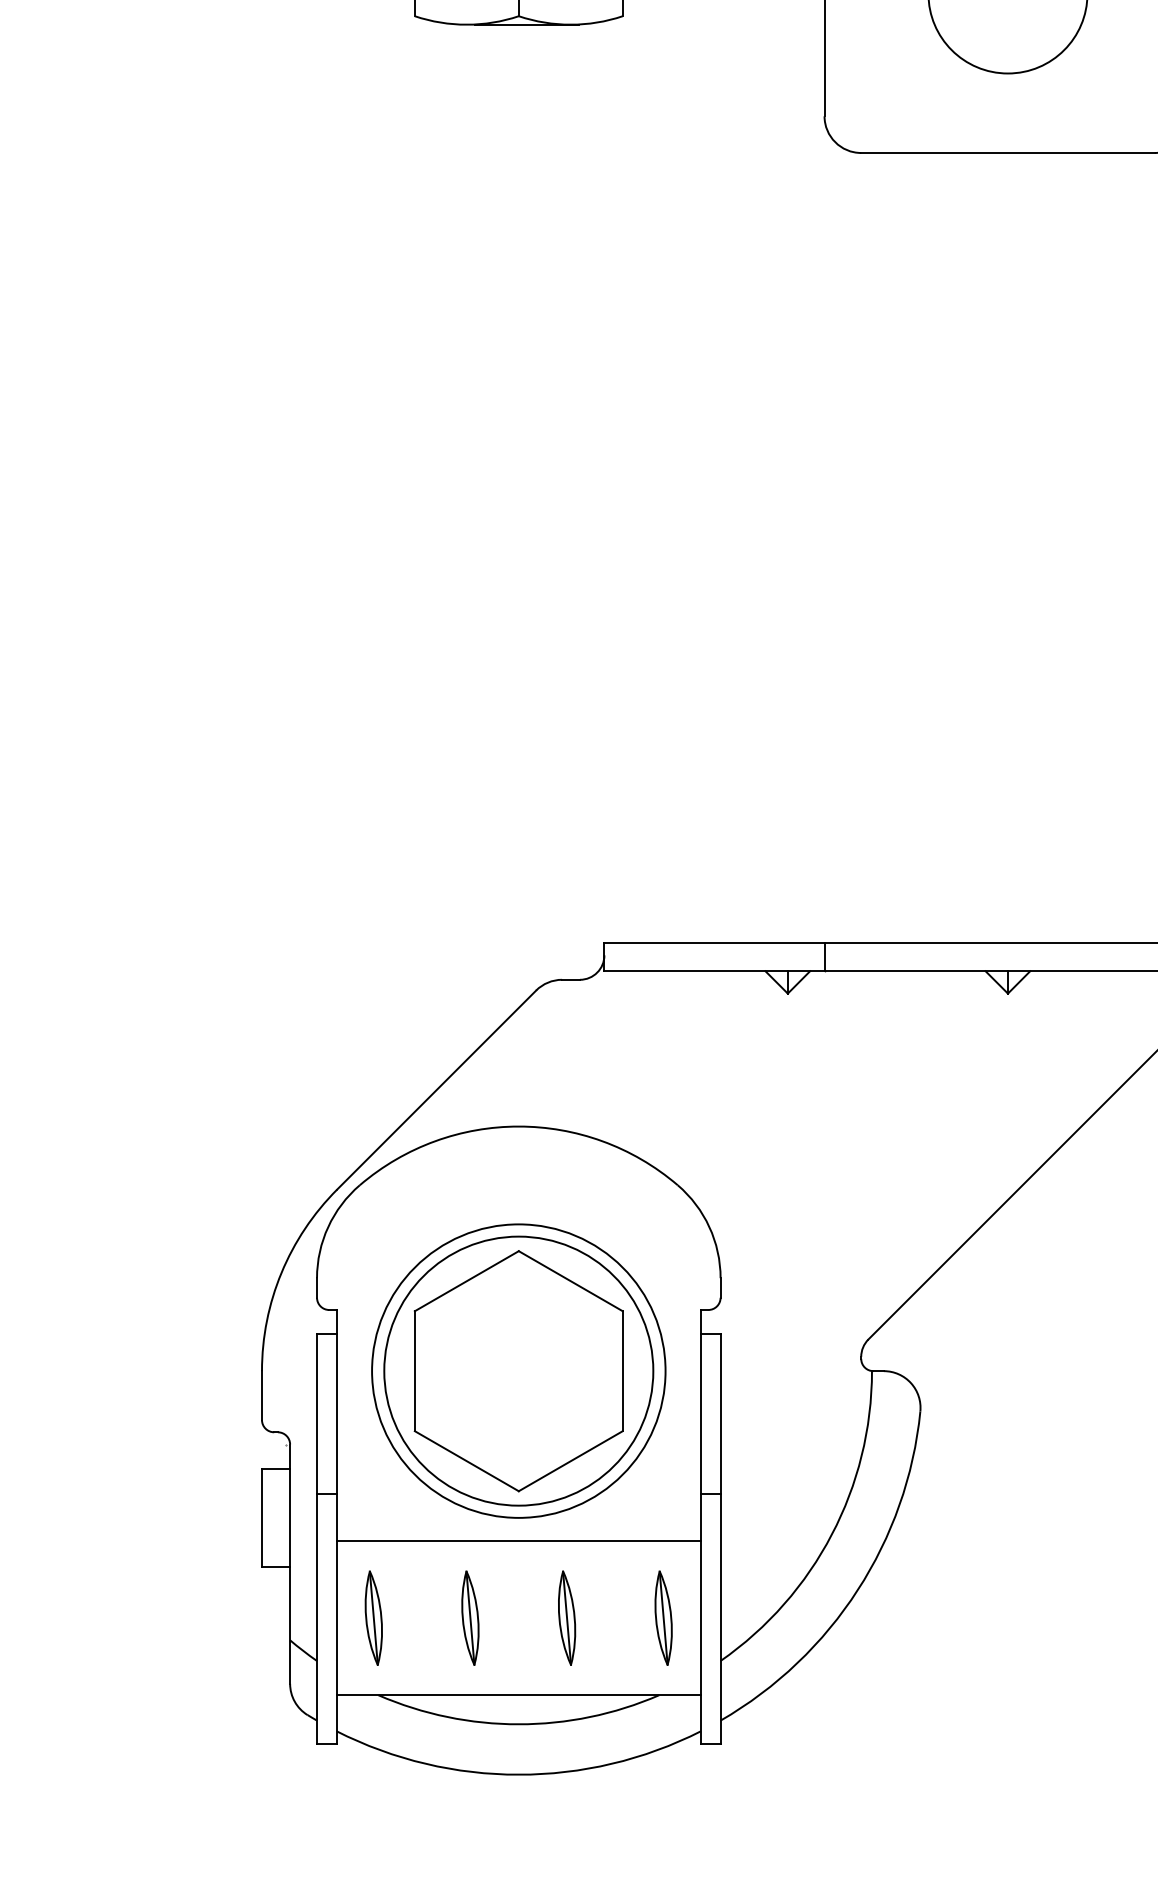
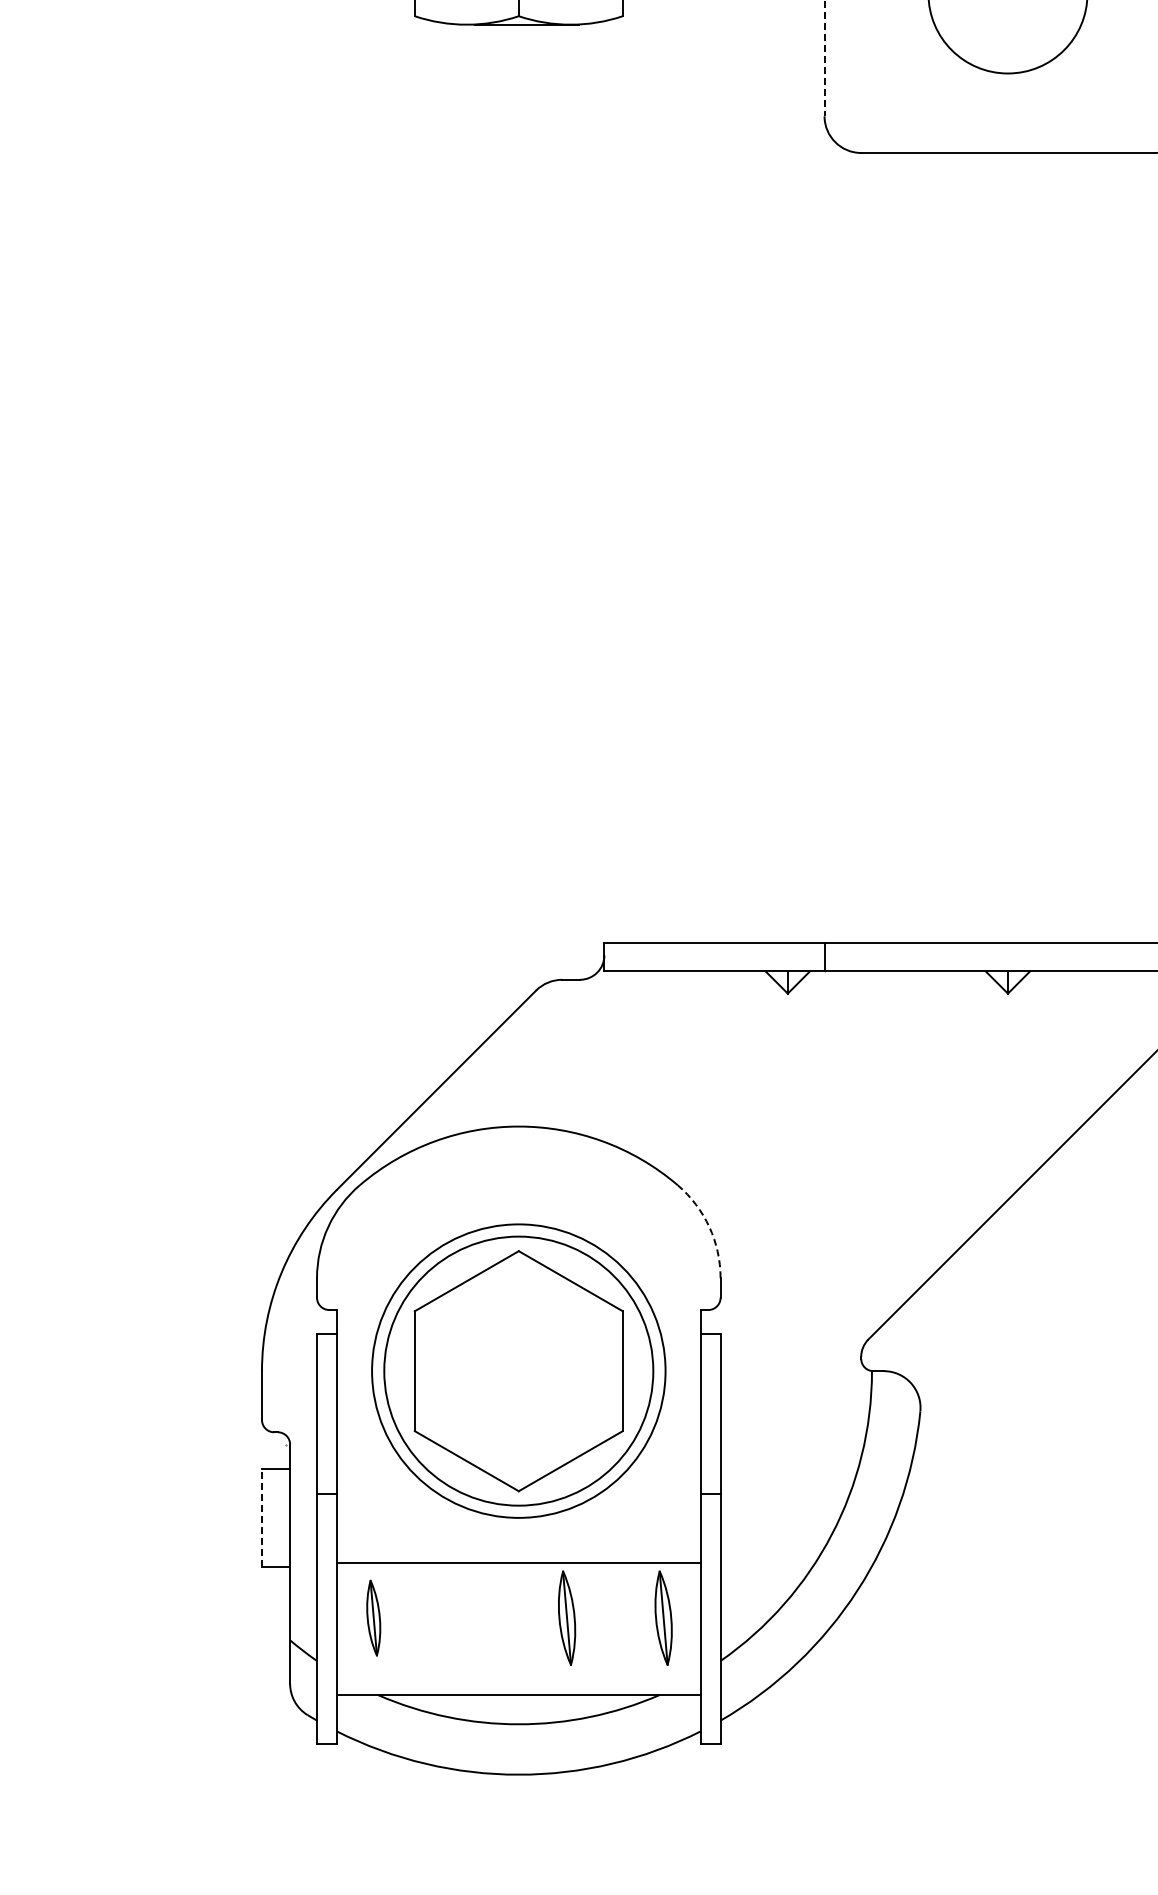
line at (824, 58): solid -> dashed
arc at (709, 1227): solid -> dashed
line at (262, 1517): solid -> dashed
line at (518, 1541) position: (518, 1541) -> (518, 1563)
part at (373, 1617) size: 19x96 px -> 16x78 px
part at (470, 1617): present -> none
